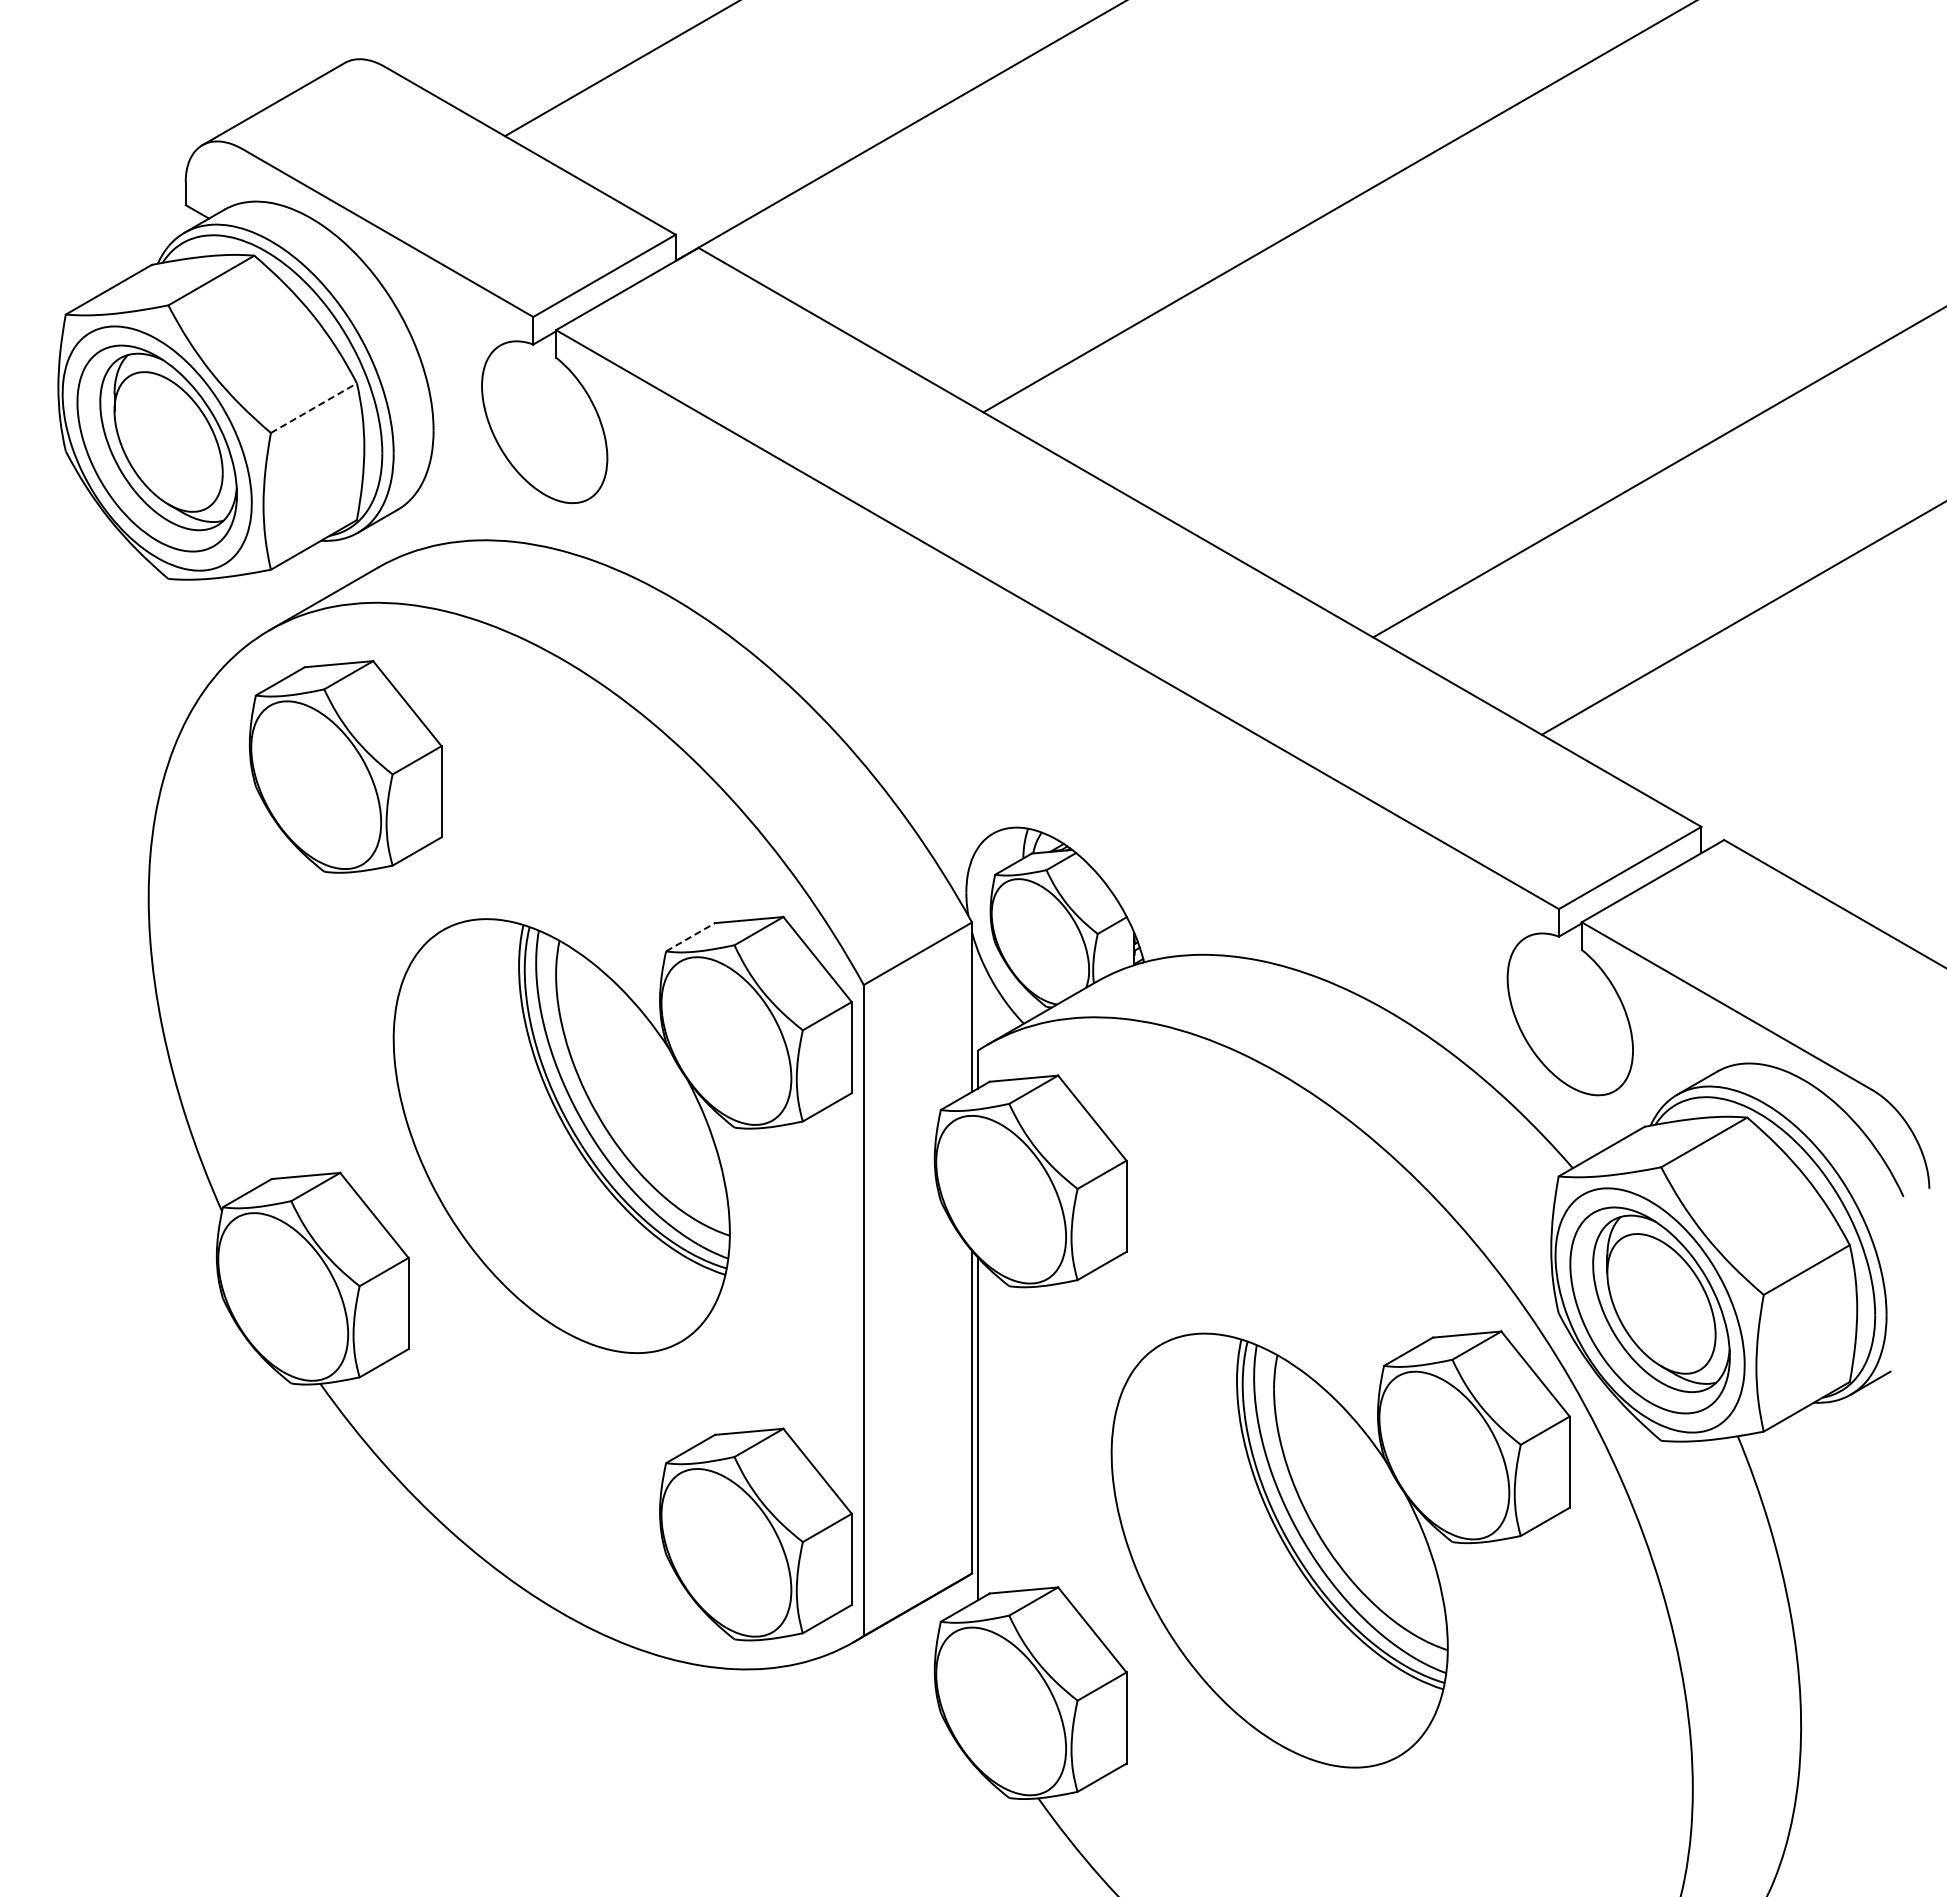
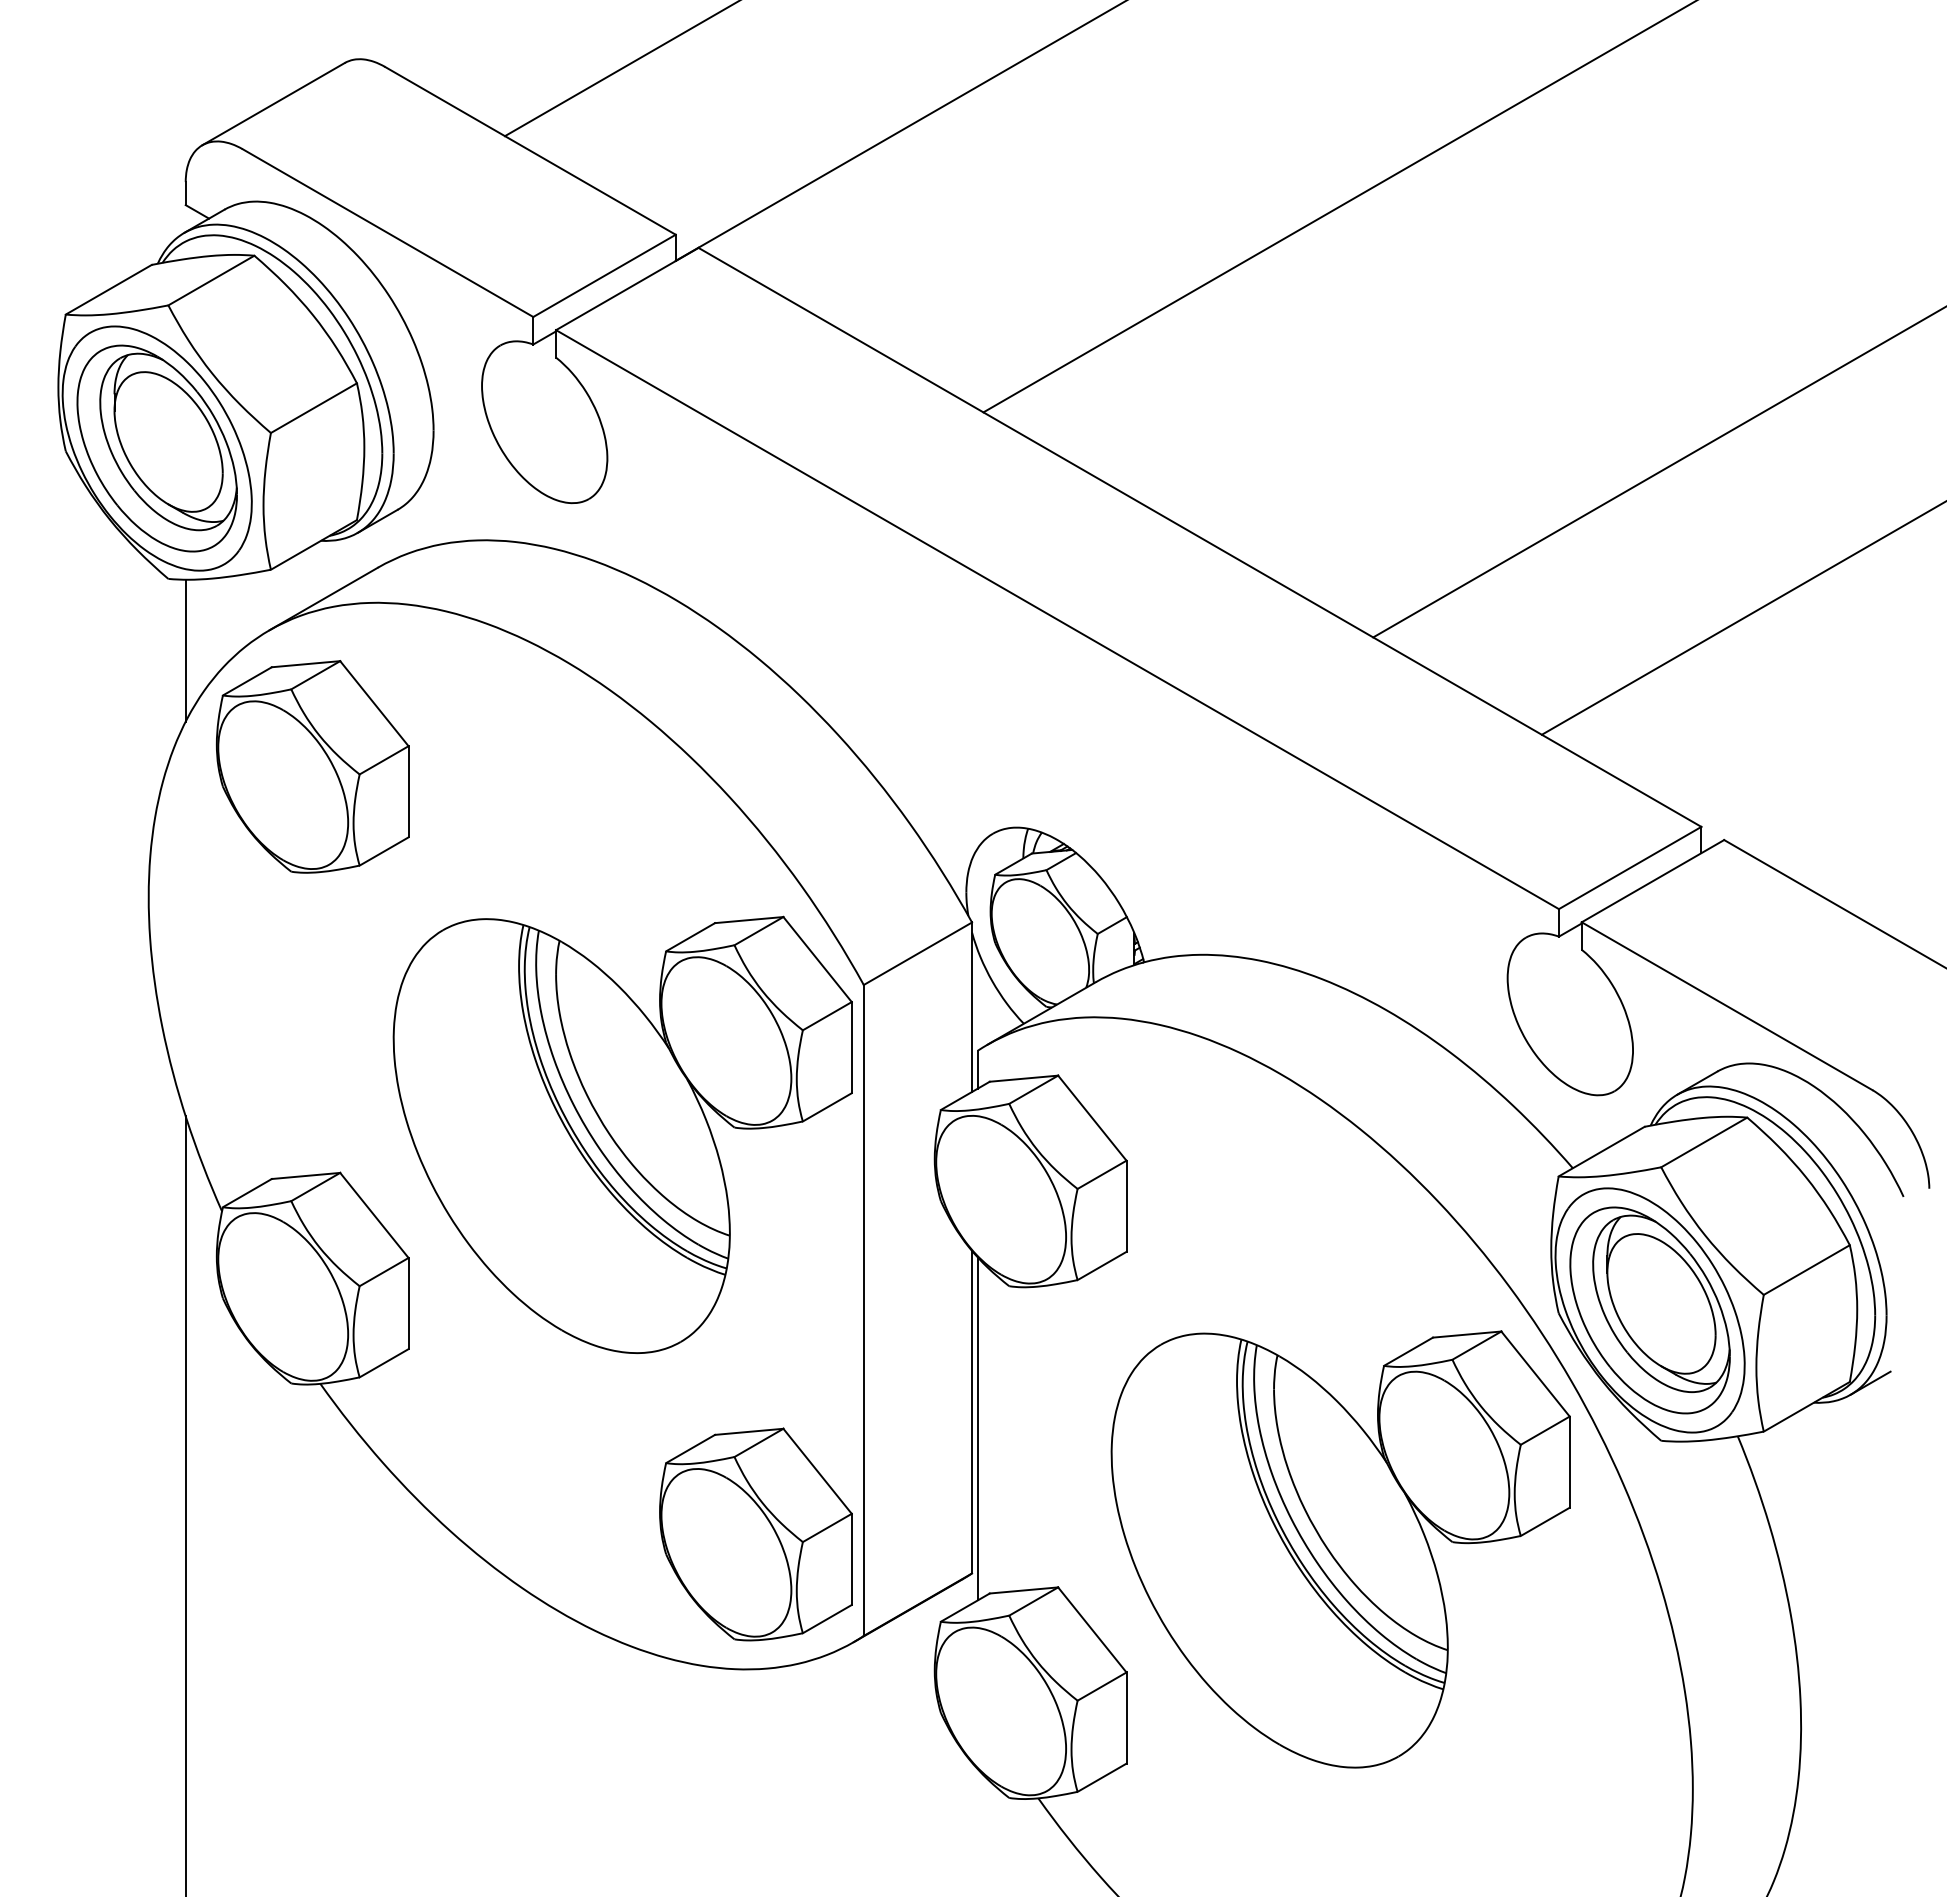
line at (313, 408): dashed -> solid
line at (185, 650): none -> present
part at (345, 766) position: (345, 766) -> (312, 766)
line at (691, 937): dashed -> solid
line at (185, 1504): none -> present
